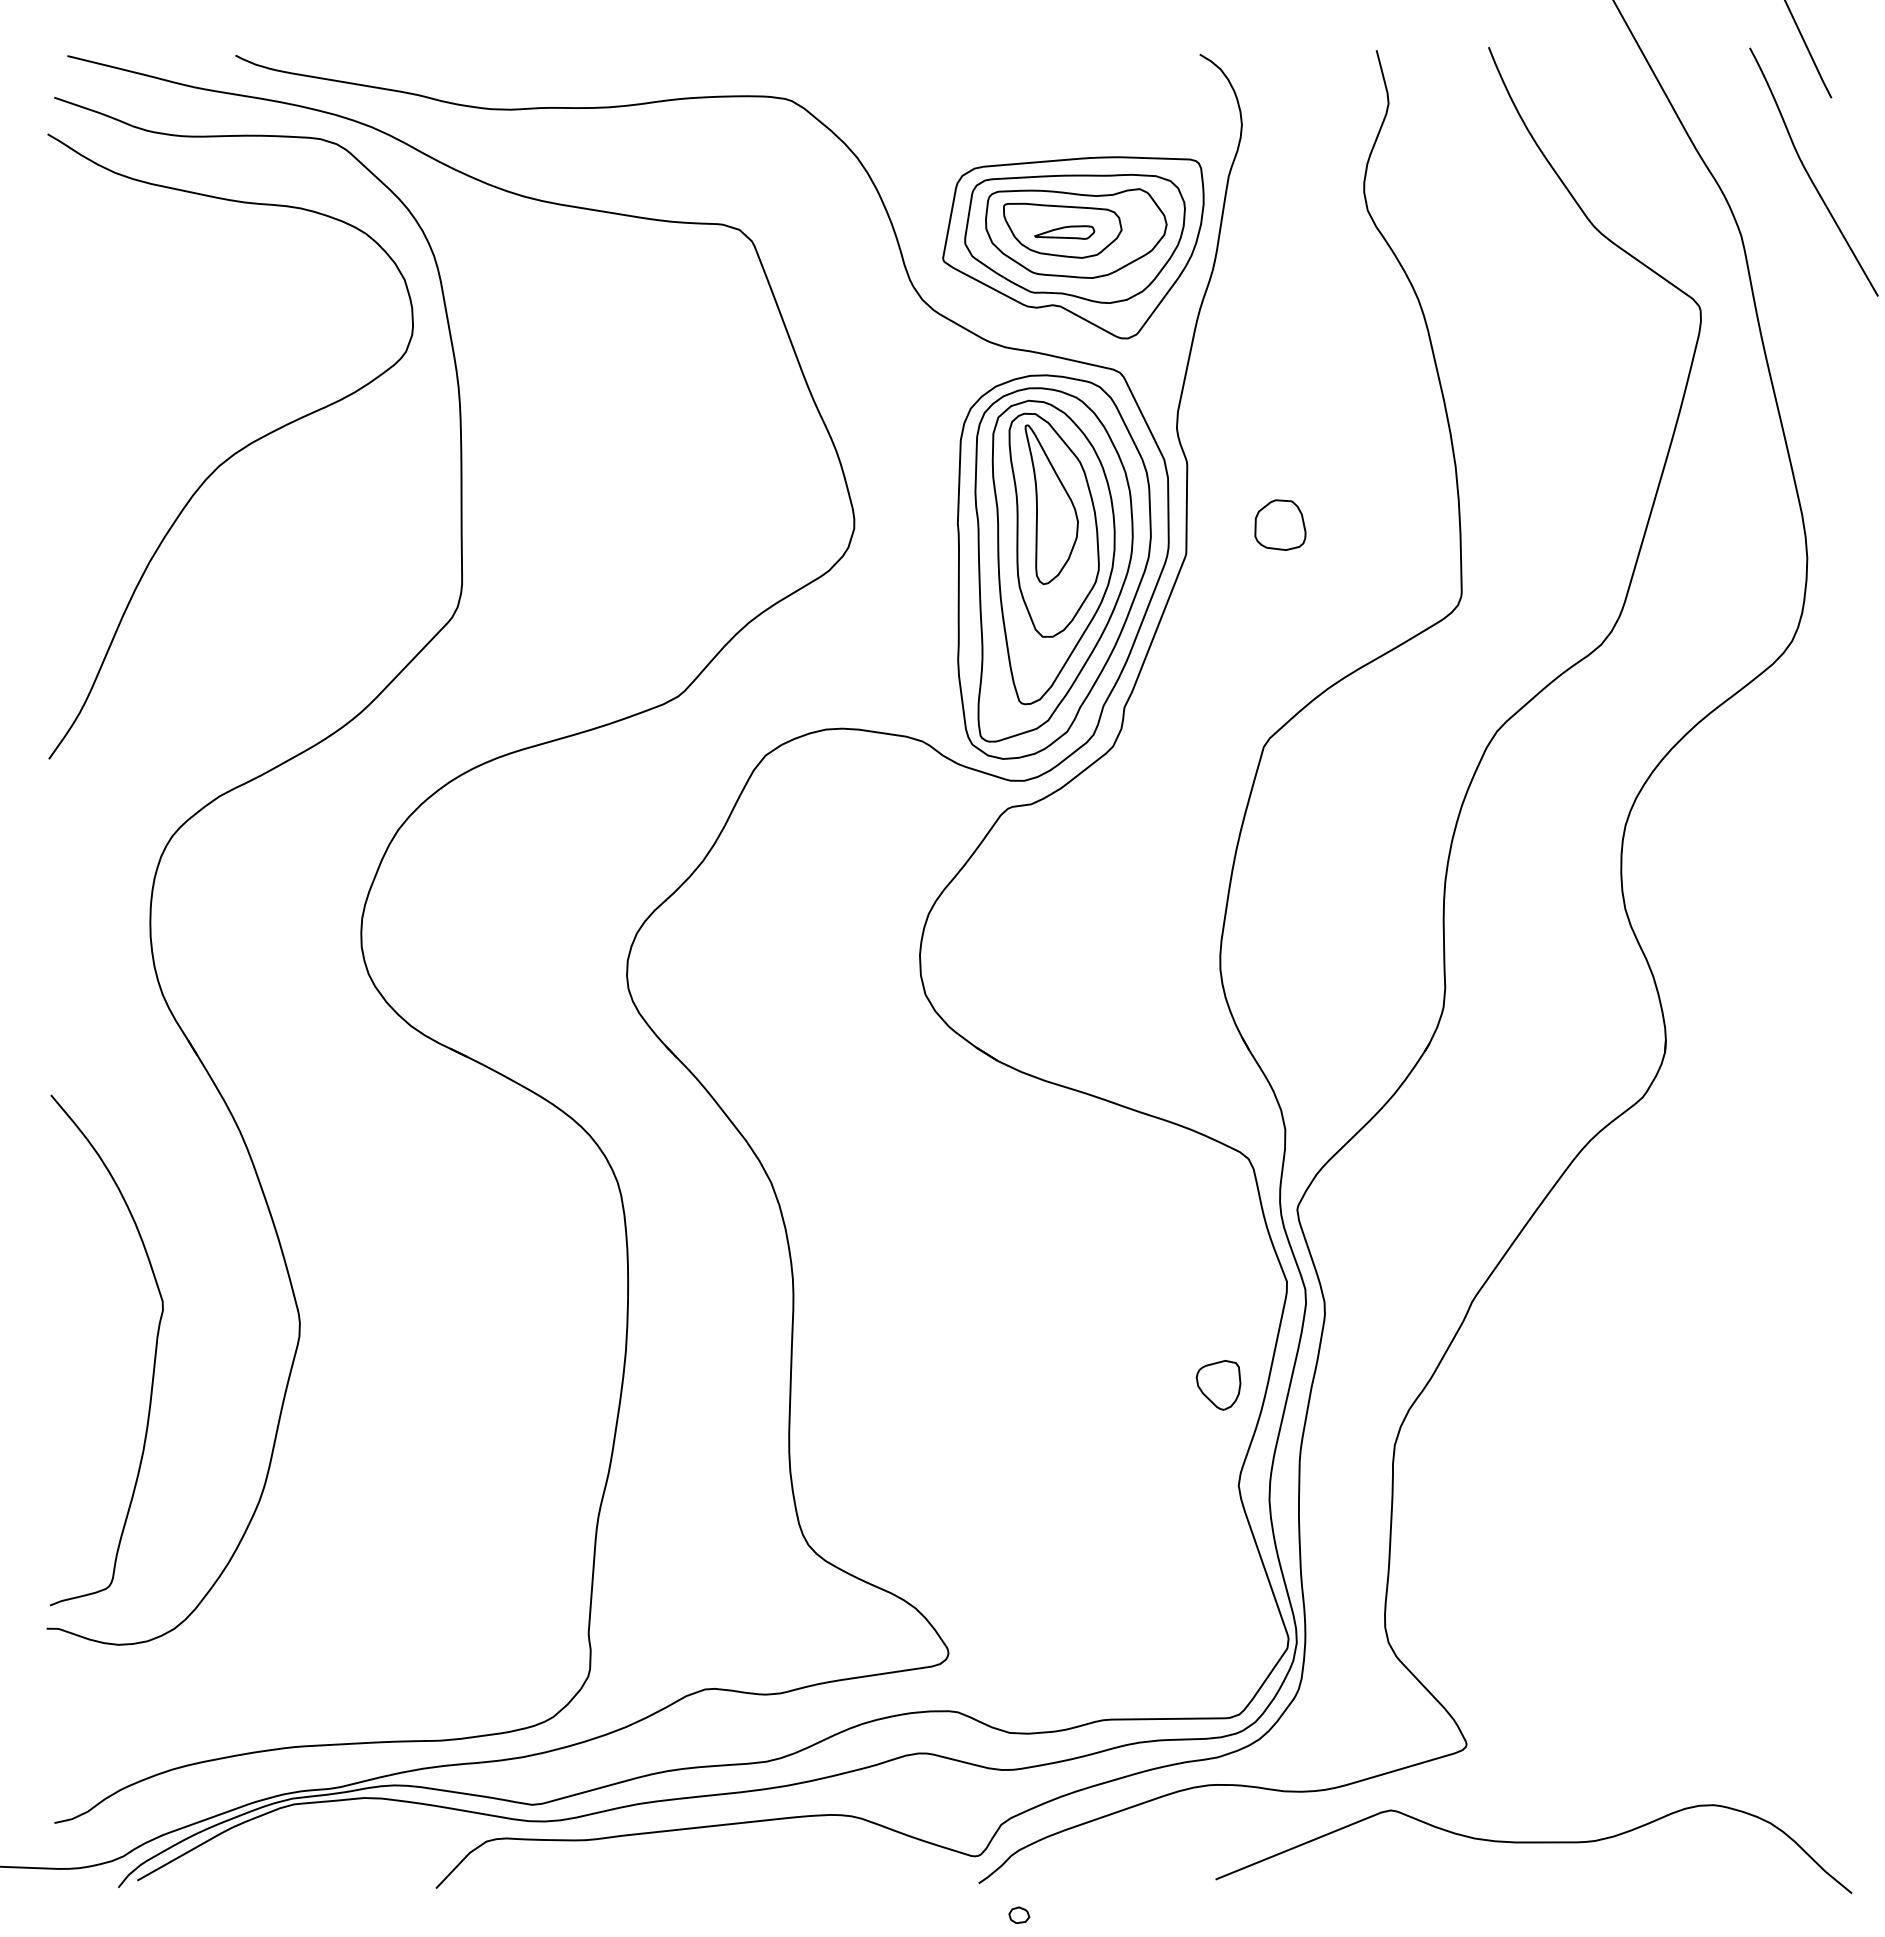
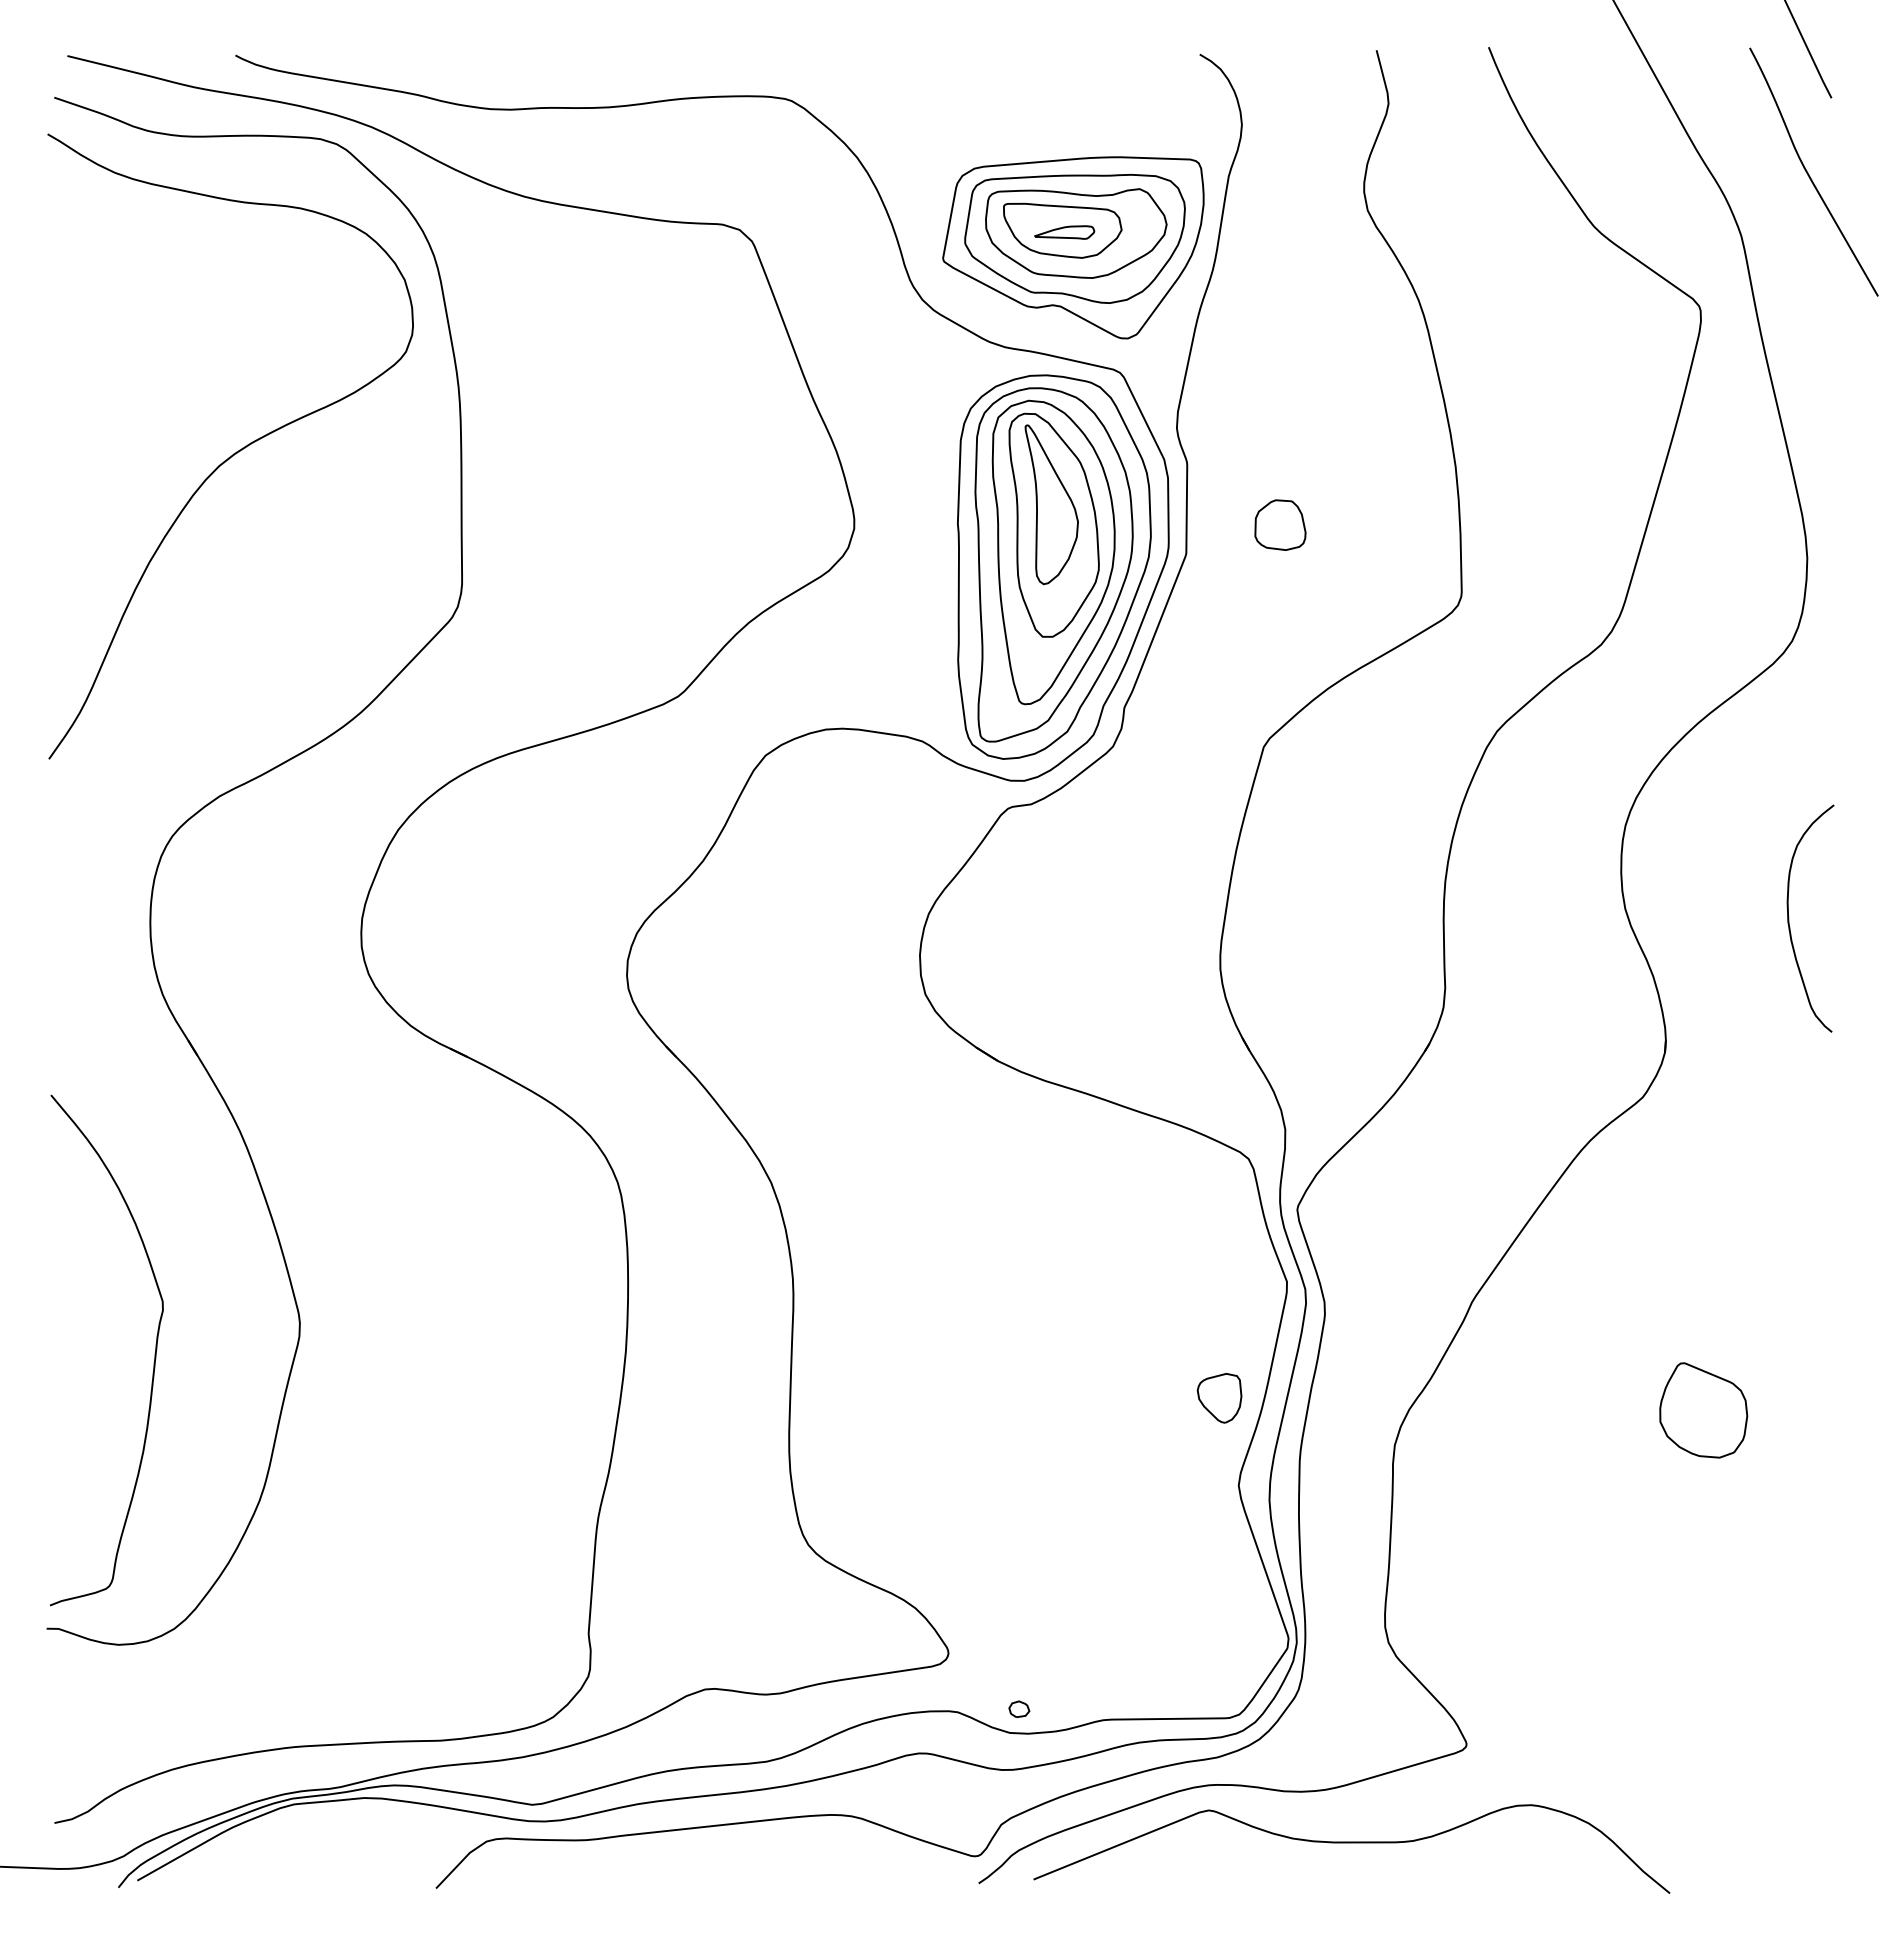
curve at (1789, 918): none -> present
part at (1218, 1385) position: (1218, 1385) -> (1219, 1398)
part at (1703, 1410): none -> present
curve at (1533, 1843) position: (1533, 1843) -> (1351, 1843)
part at (1019, 1914) position: (1019, 1914) -> (1019, 1708)
